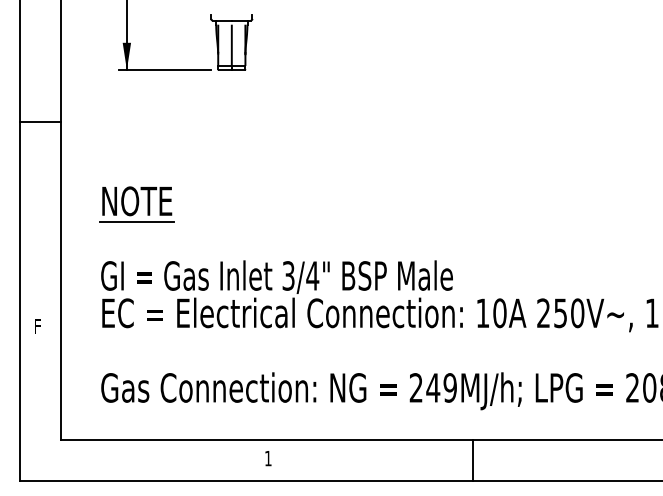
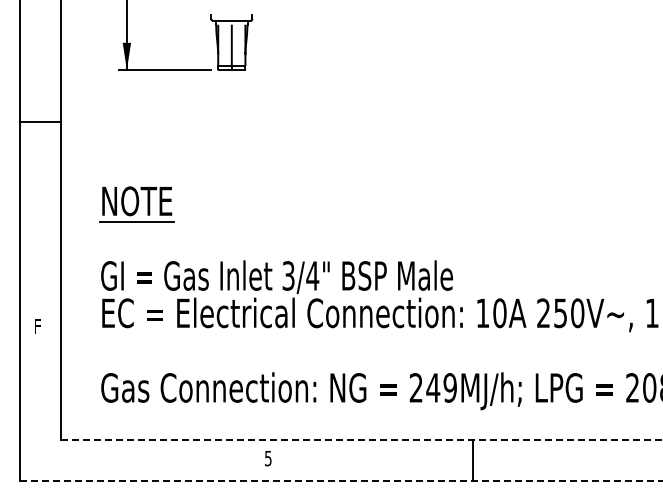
line at (361, 439): solid -> dashed
text at (268, 458): 1 -> 5
line at (341, 481): solid -> dashed
